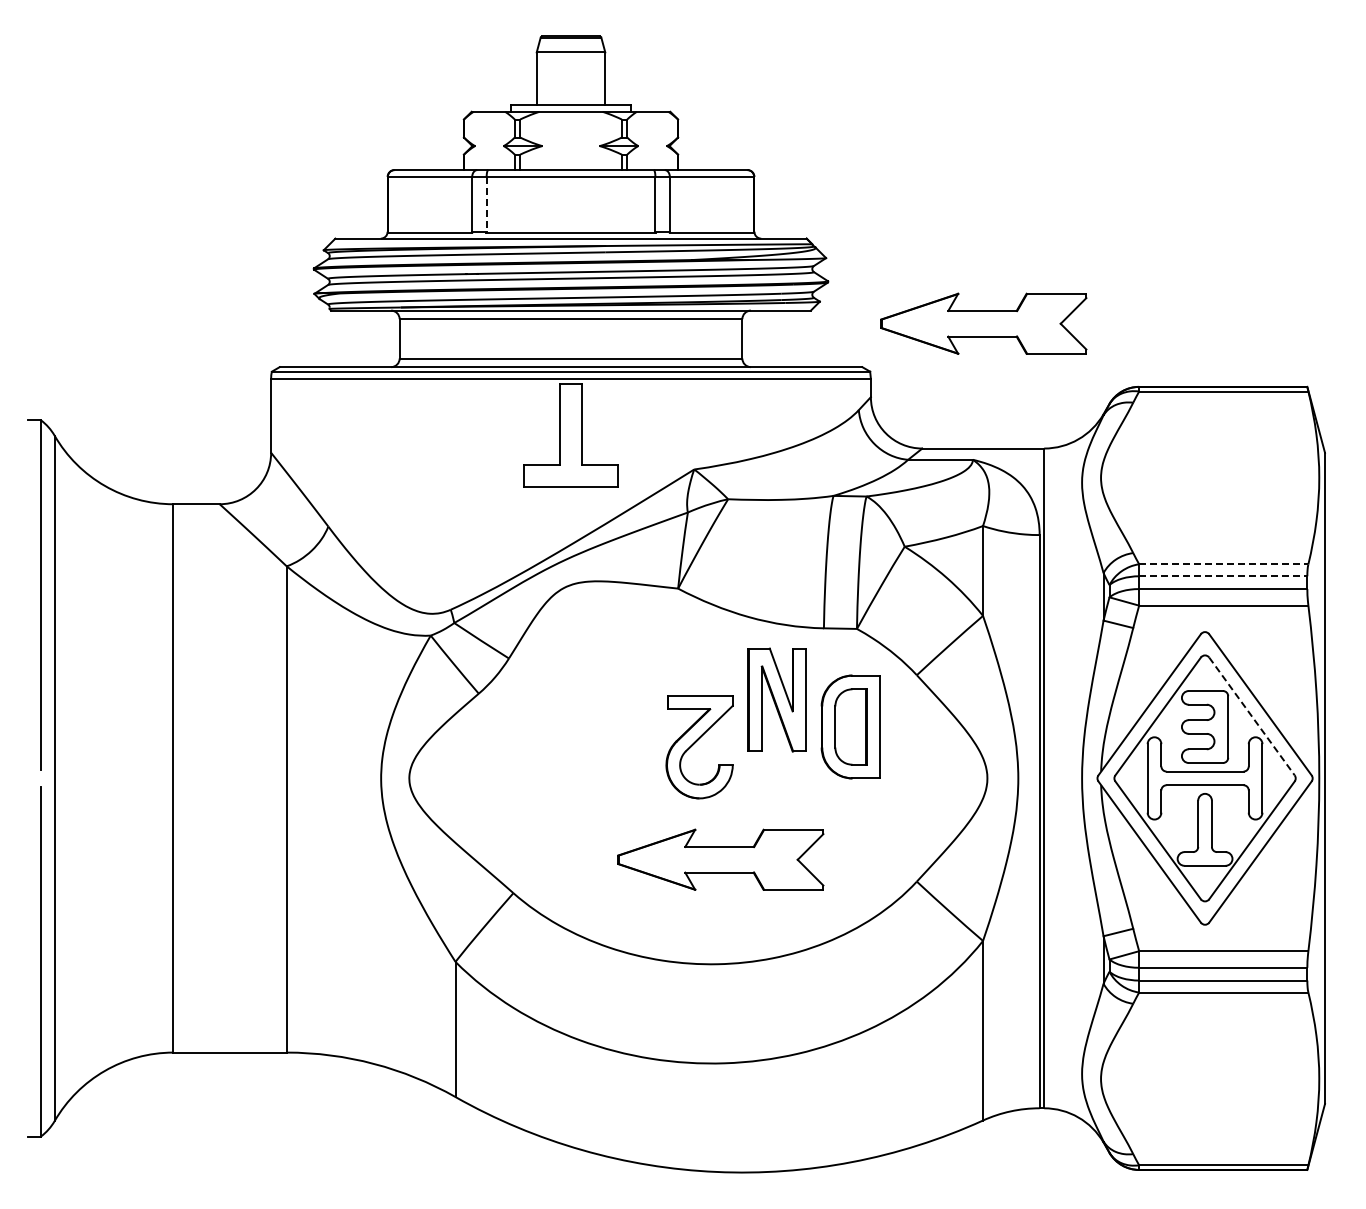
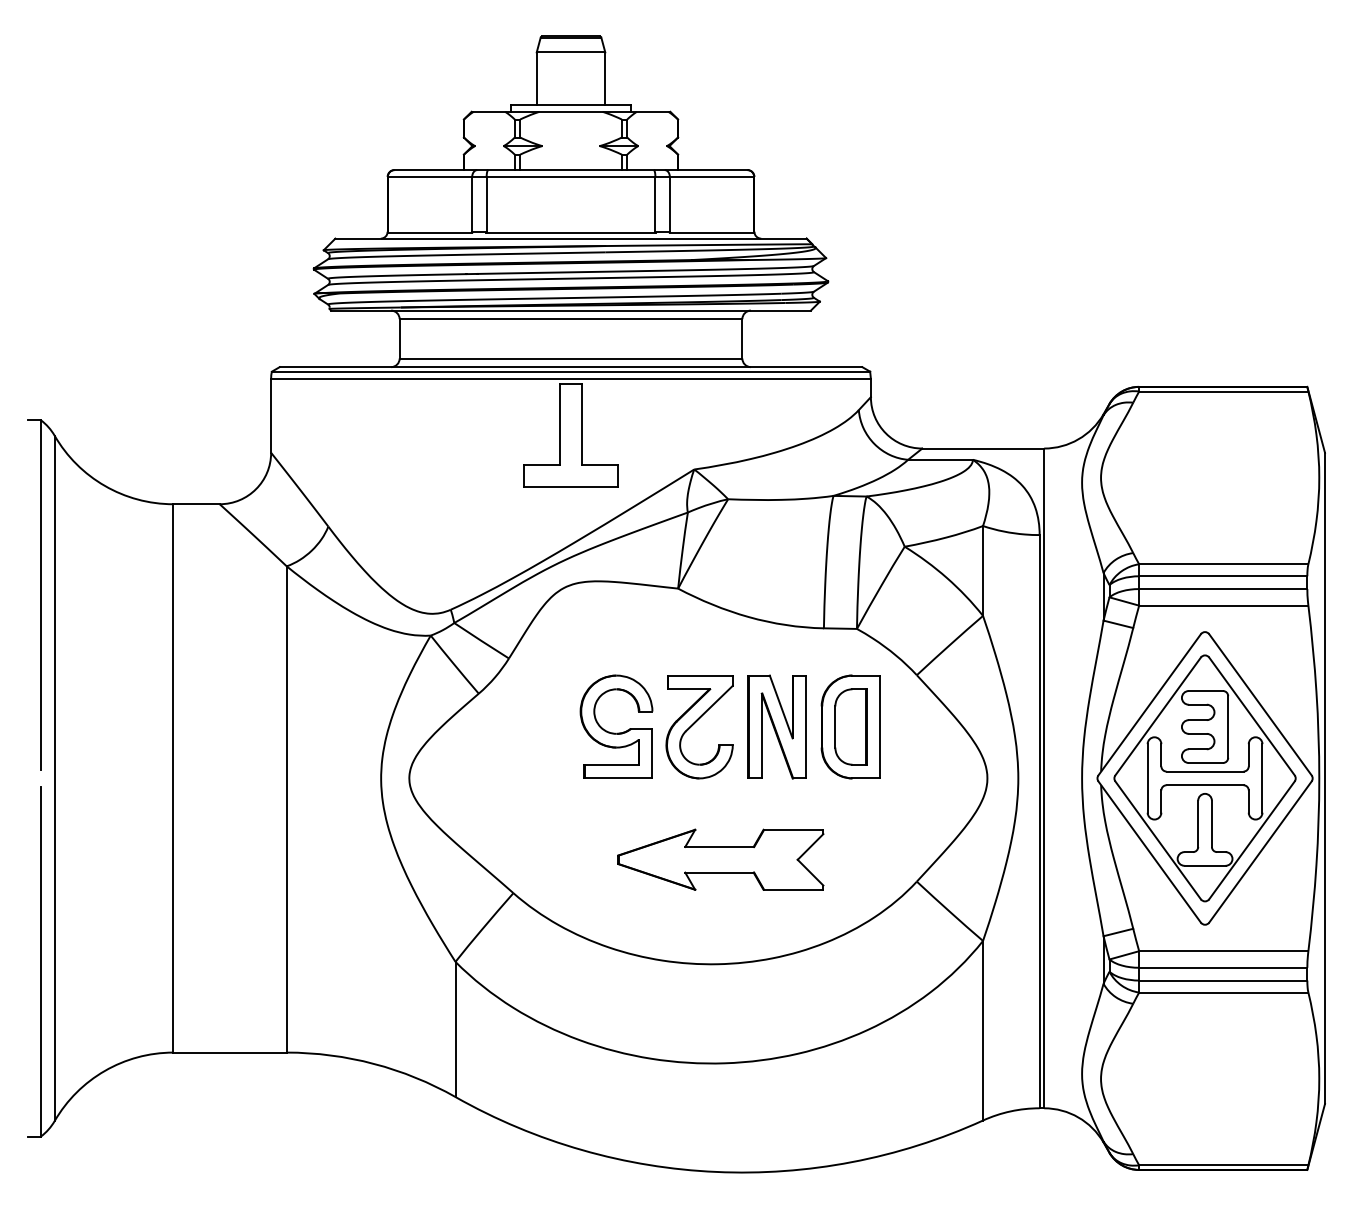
line at (486, 204): dashed -> solid
part at (983, 323): present -> none
line at (1223, 564): dashed -> solid
line at (1223, 576): dashed -> solid
part at (776, 699) position: (776, 699) -> (776, 726)
line at (1251, 716): dashed -> solid
part at (615, 732): none -> present
part at (699, 747) position: (699, 747) -> (699, 727)
